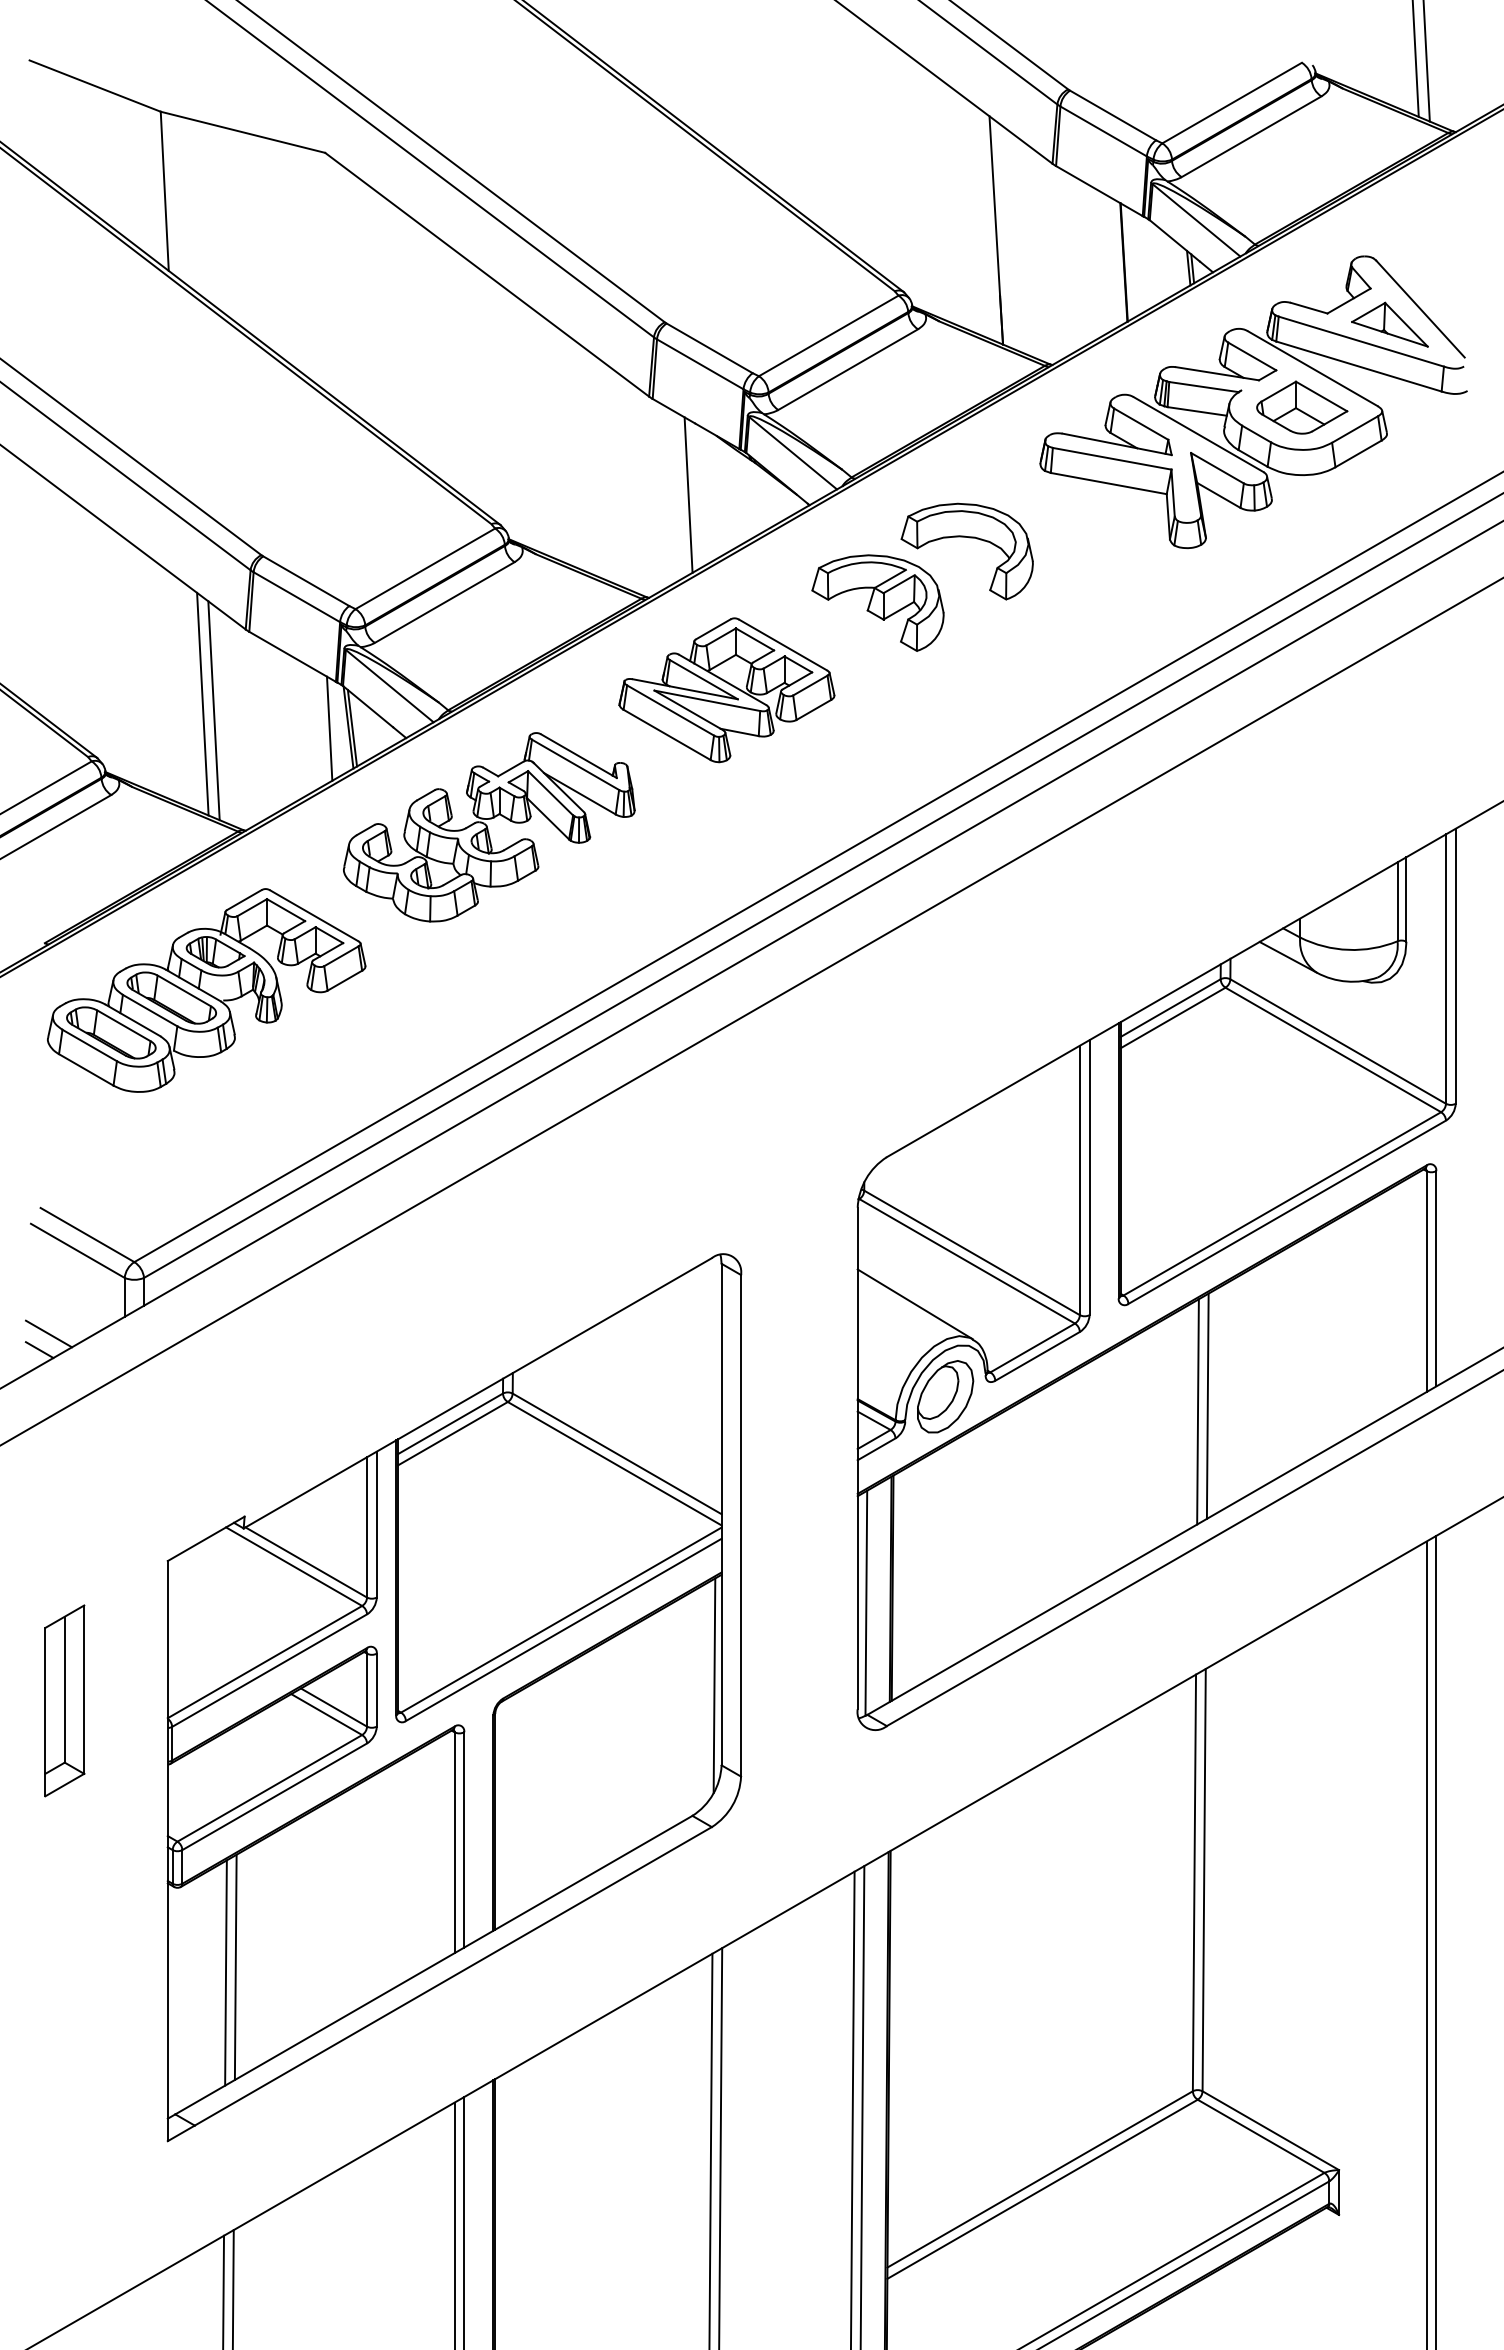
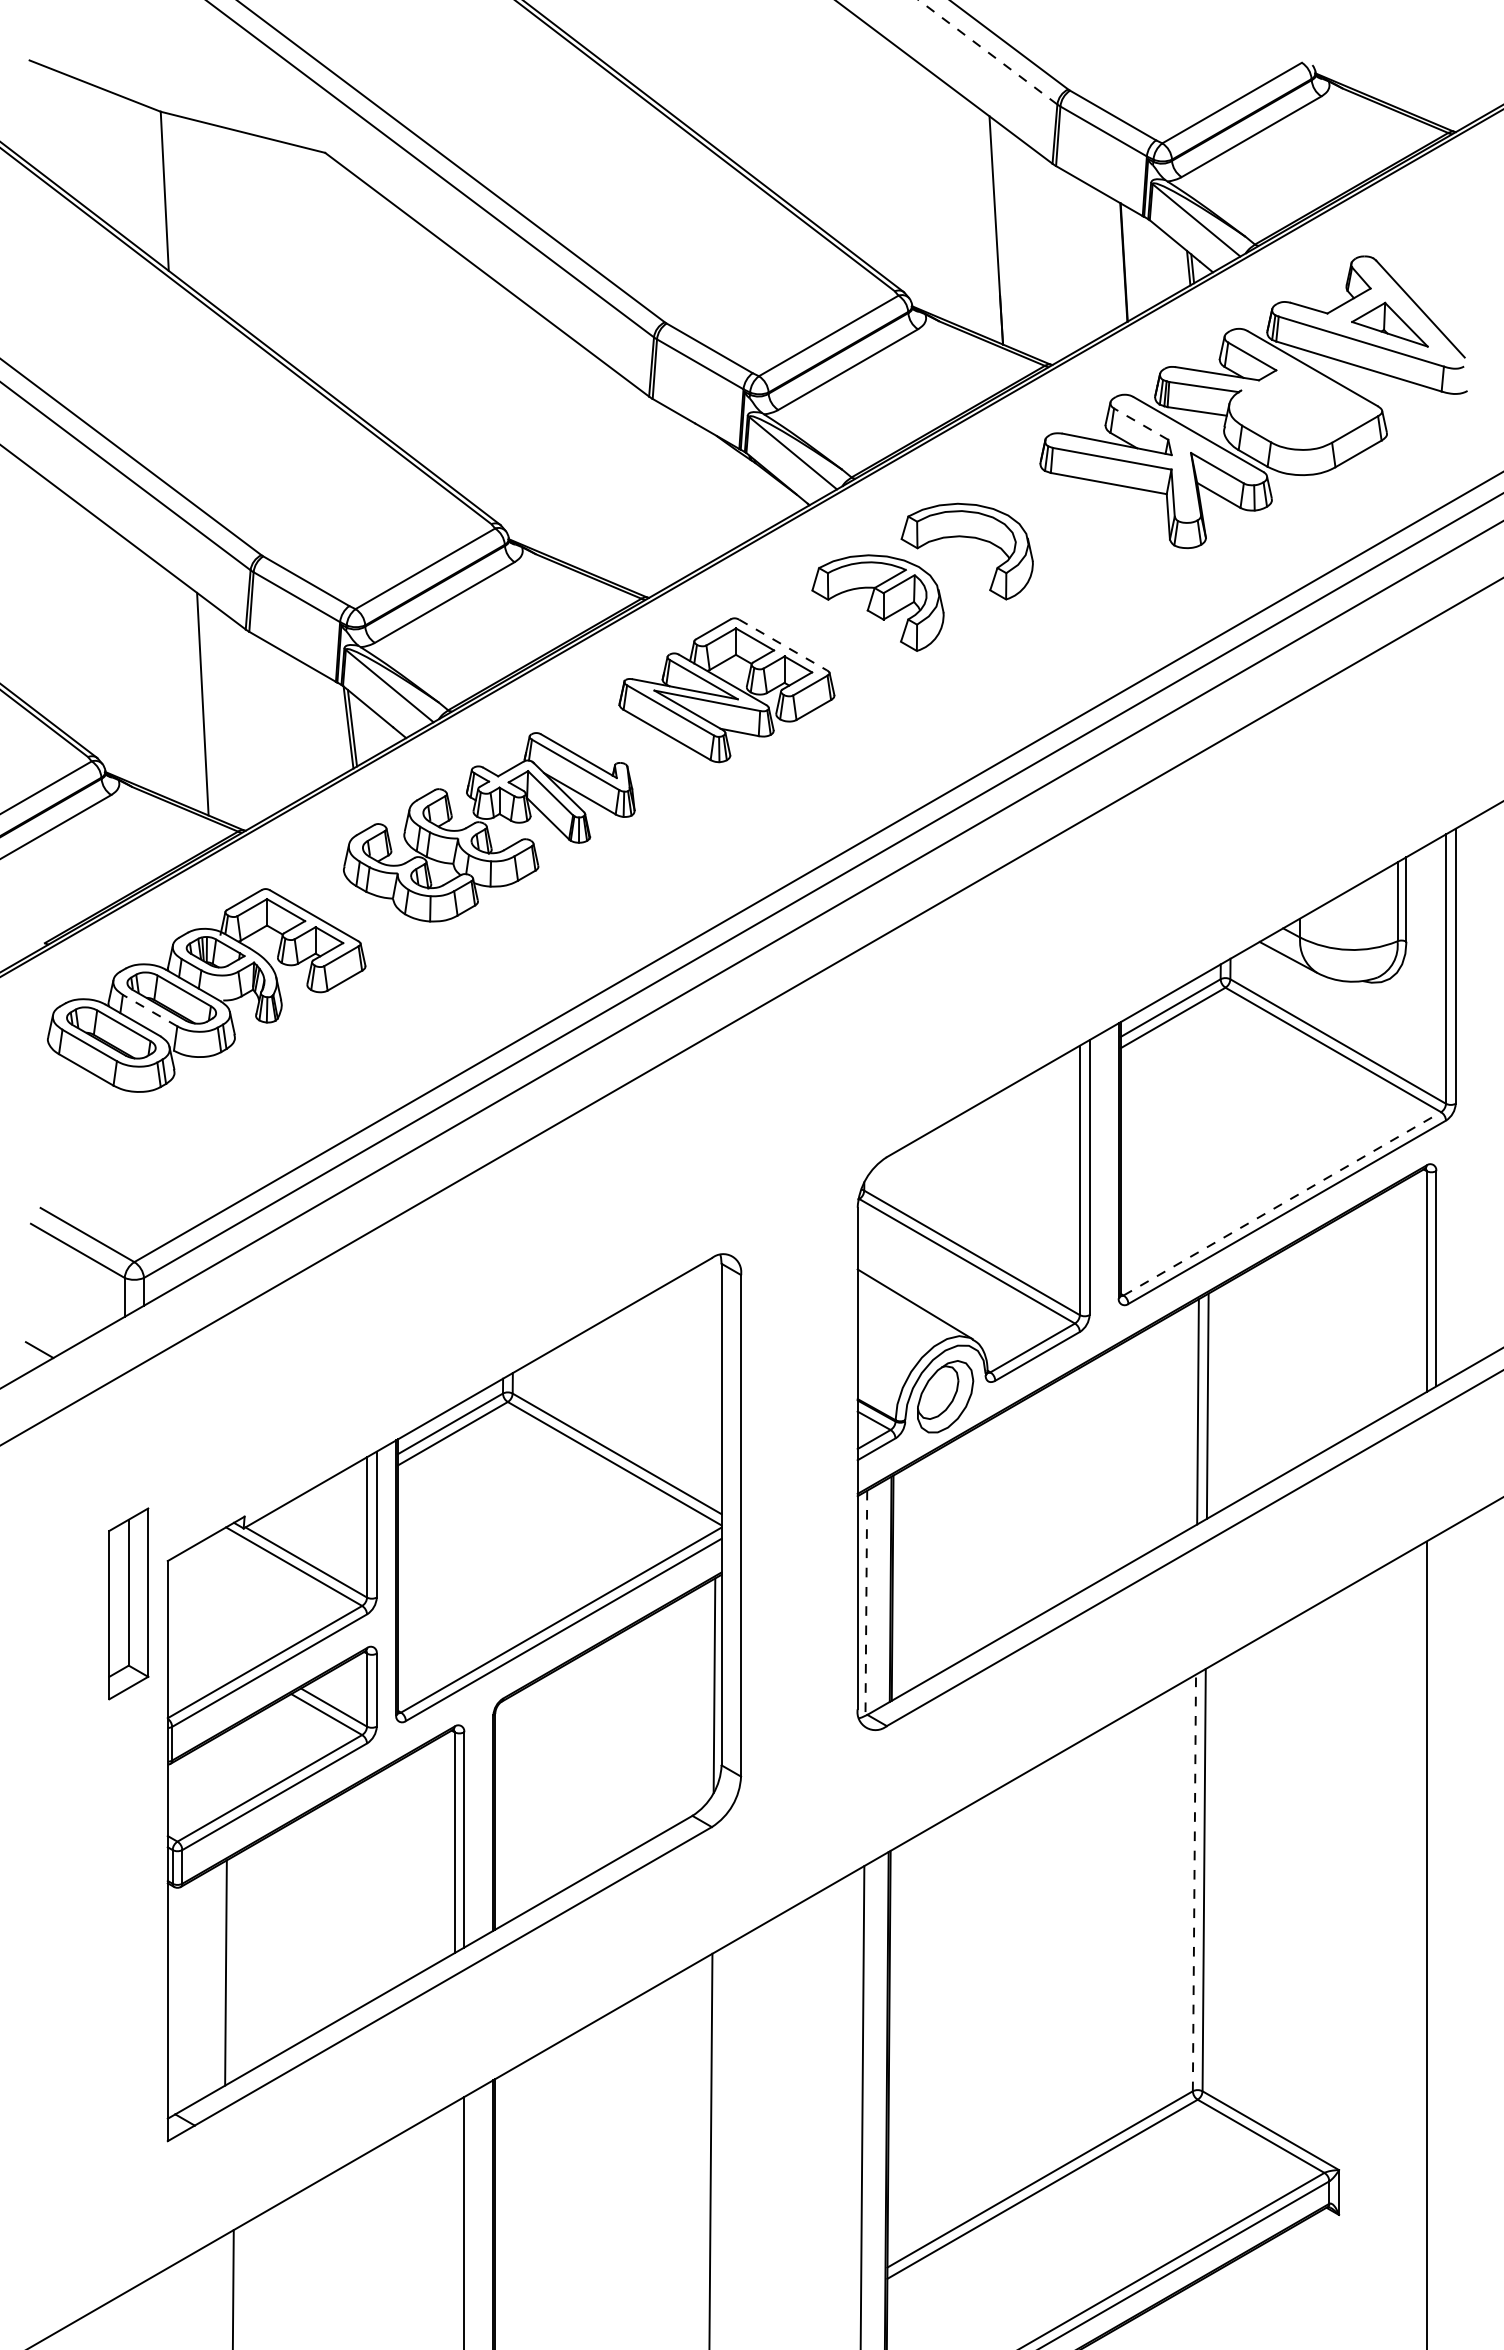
line at (987, 52): solid -> dashed
line at (1415, 59): present -> none
line at (1426, 61): present -> none
part at (1302, 407): present -> none
line at (1140, 423): solid -> dashed
line at (688, 494): present -> none
line at (783, 645): solid -> dashed
line at (213, 710): present -> none
line at (329, 728): present -> none
line at (149, 1010): solid -> dashed
line at (1282, 1203): solid -> dashed
line at (48, 1333): present -> none
line at (866, 1603): solid -> dashed
part at (64, 1700) position: (64, 1700) -> (128, 1603)
line at (1194, 1882): solid -> dashed
line at (1436, 1940): present -> none
line at (235, 1967): present -> none
line at (852, 2108): present -> none
line at (720, 2147): present -> none
line at (454, 2224): present -> none
line at (223, 2290): present -> none
